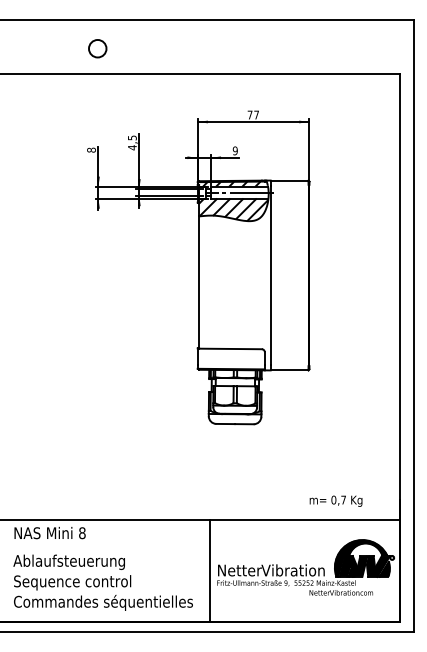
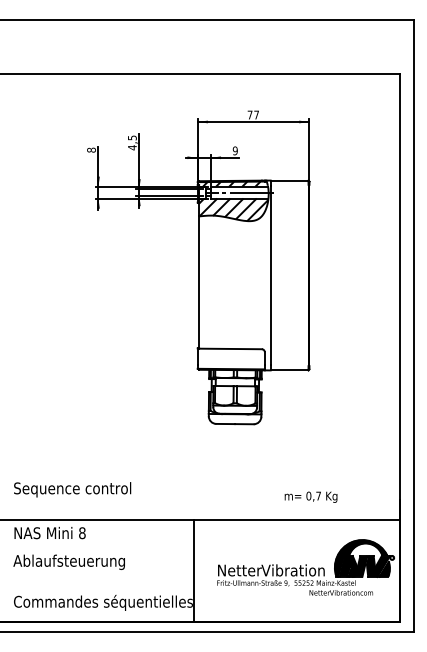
circle at (97, 48): present -> none
text at (335, 500) position: (335, 500) -> (310, 496)
line at (210, 571) position: (210, 571) -> (194, 571)
text at (72, 582) position: (72, 582) -> (72, 489)
